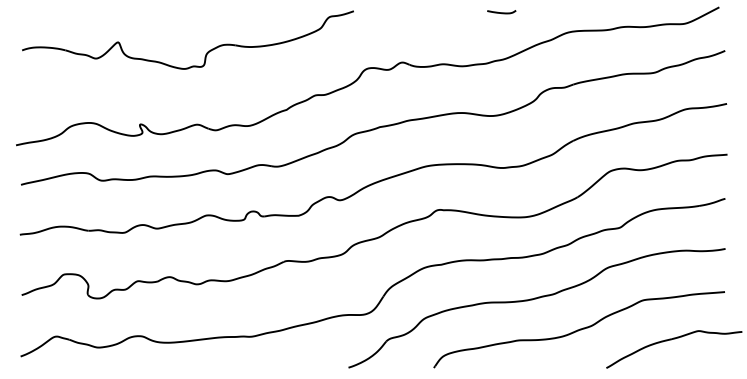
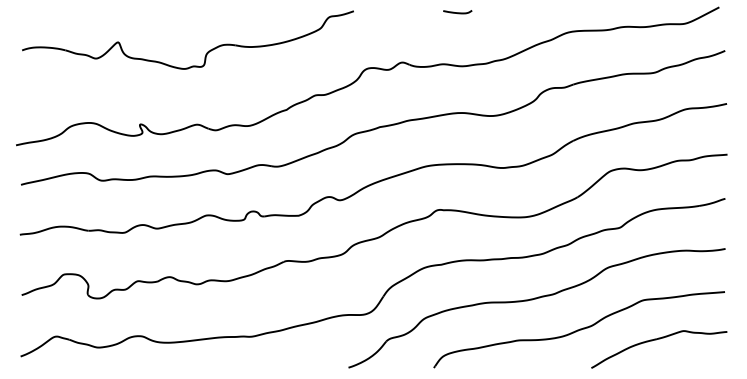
curve at (501, 12) position: (501, 12) -> (457, 12)
part at (671, 340) position: (671, 340) -> (656, 340)
